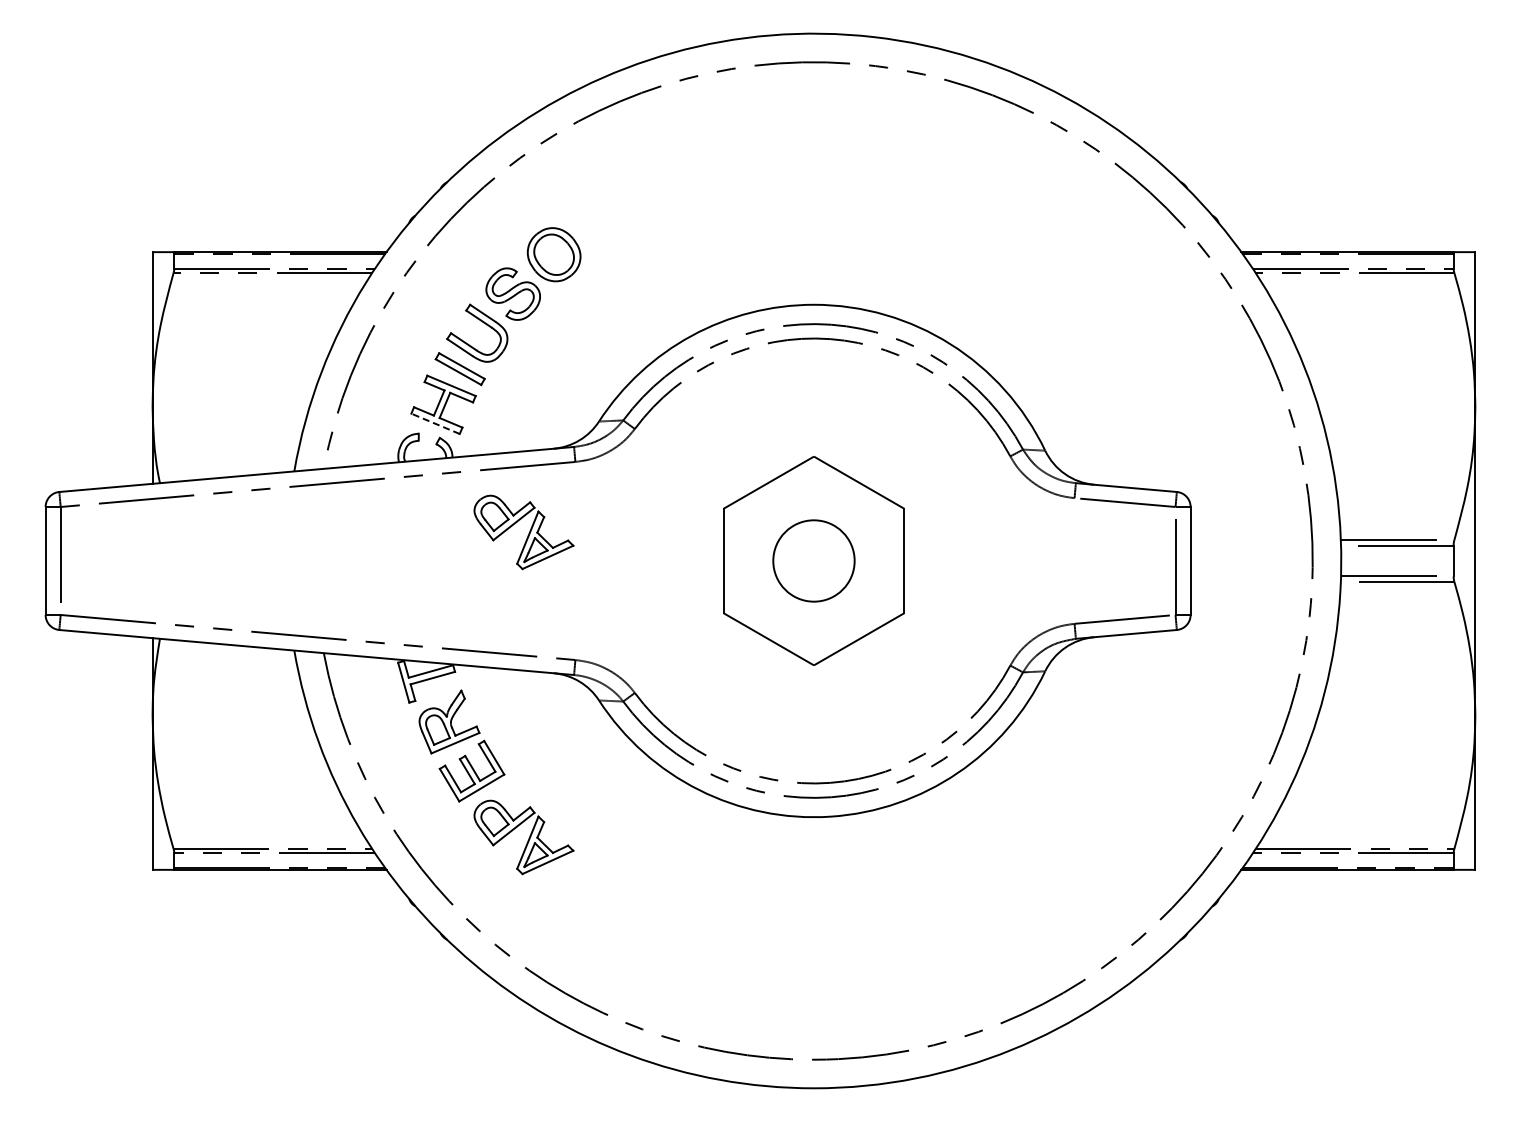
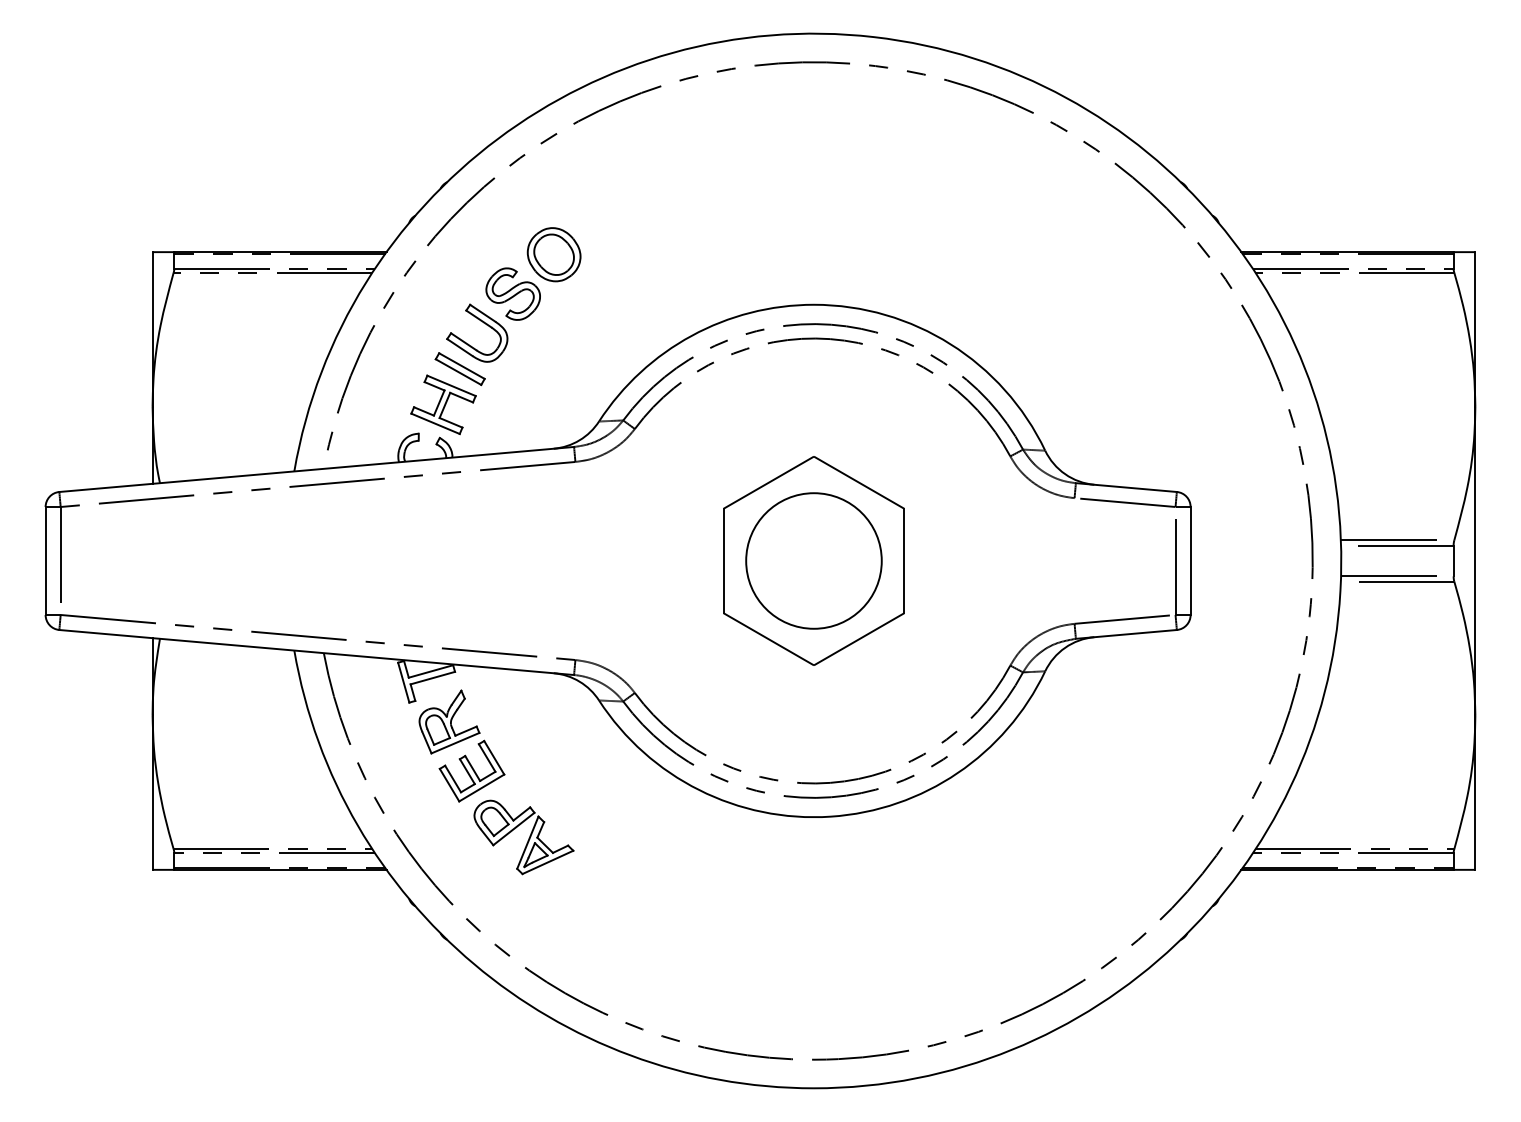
line at (435, 423): dashed -> solid
part at (523, 532): present -> none
circle at (813, 560) diameter: 81 px -> 136 px
